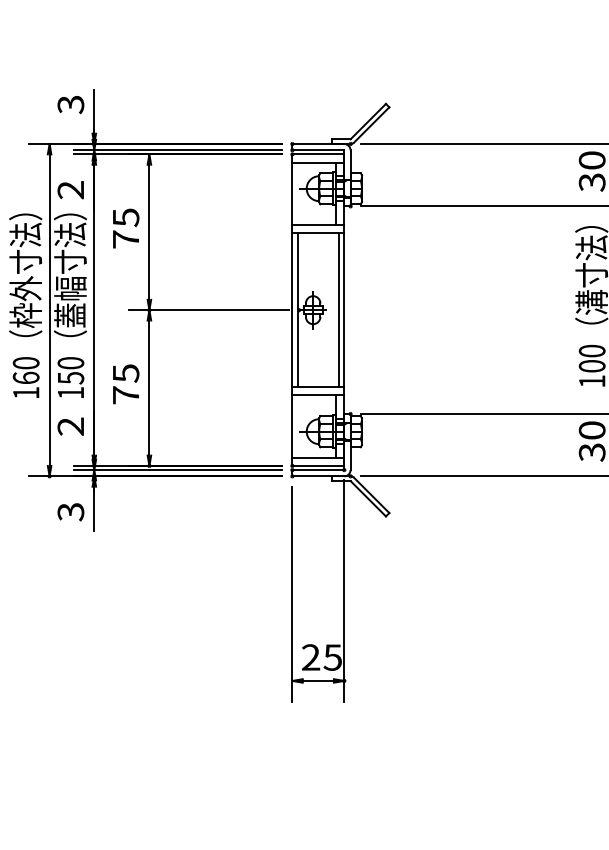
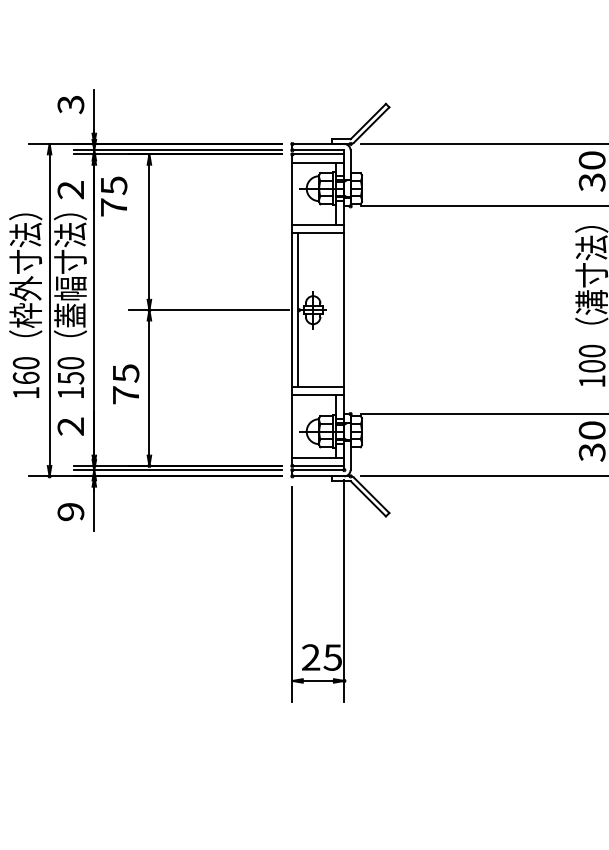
text at (126, 228) position: (126, 228) -> (114, 196)
line at (339, 310): present -> none
text at (70, 512): 3 -> 9
